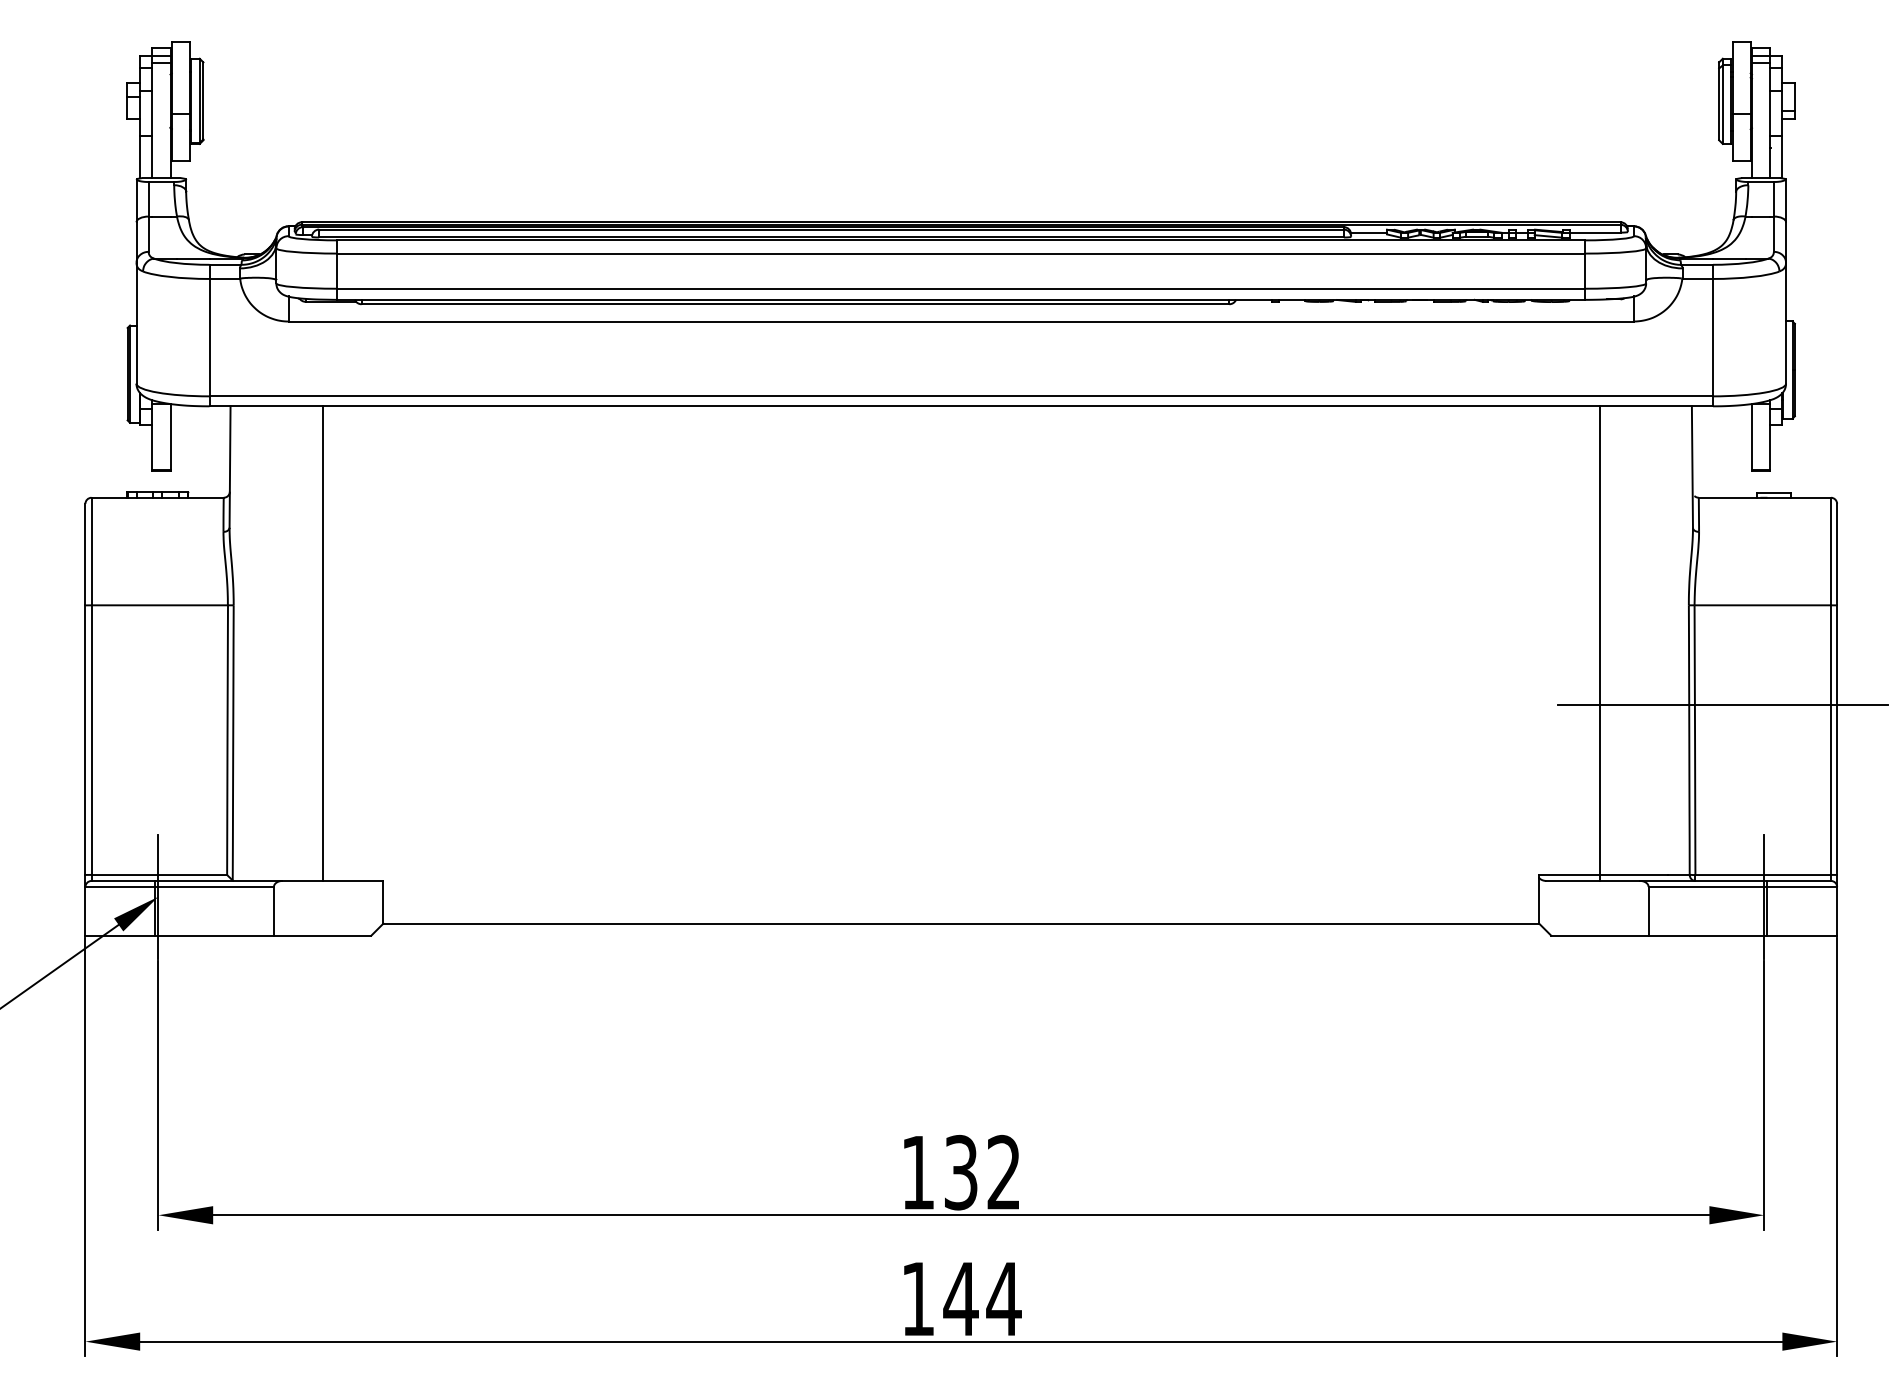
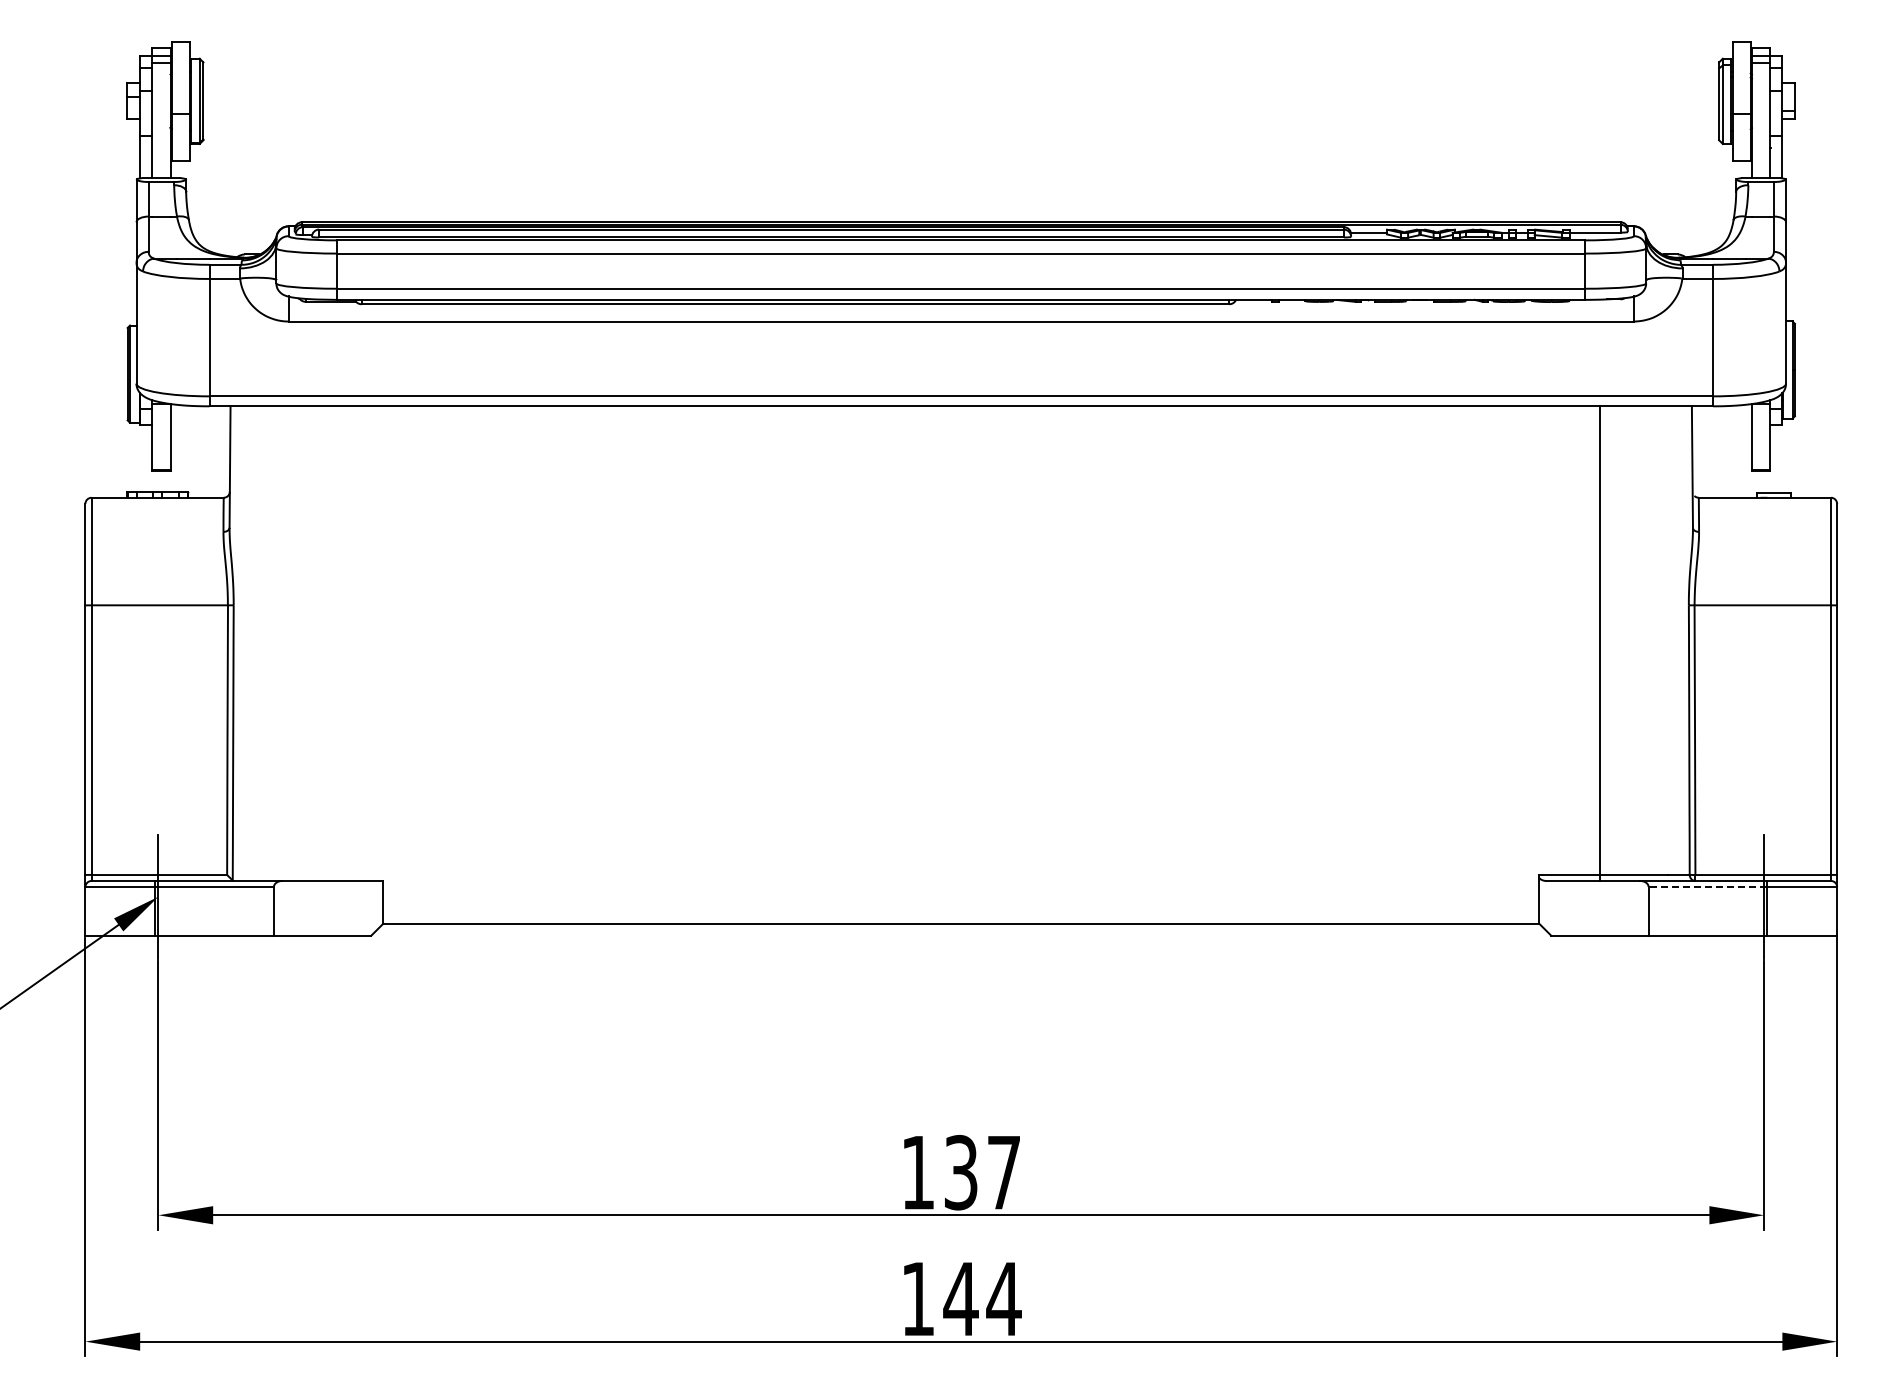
line at (322, 643): present -> none
line at (1723, 704): present -> none
line at (1707, 887): solid -> dashed
text at (1003, 1171): 132 -> 137
